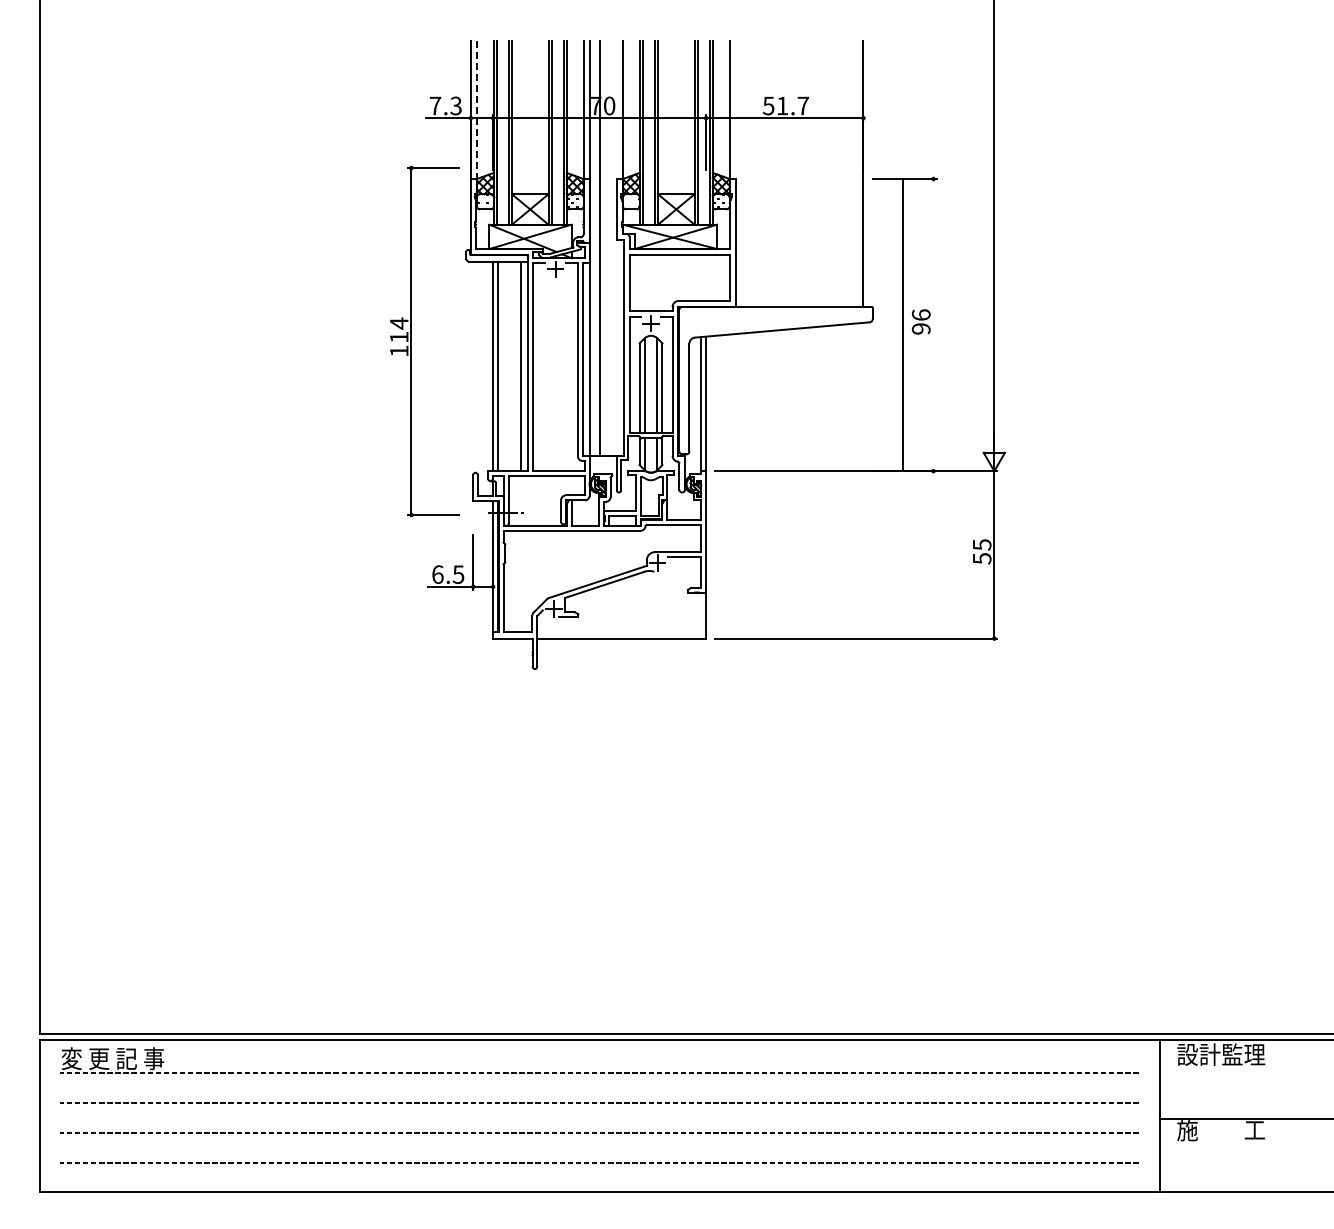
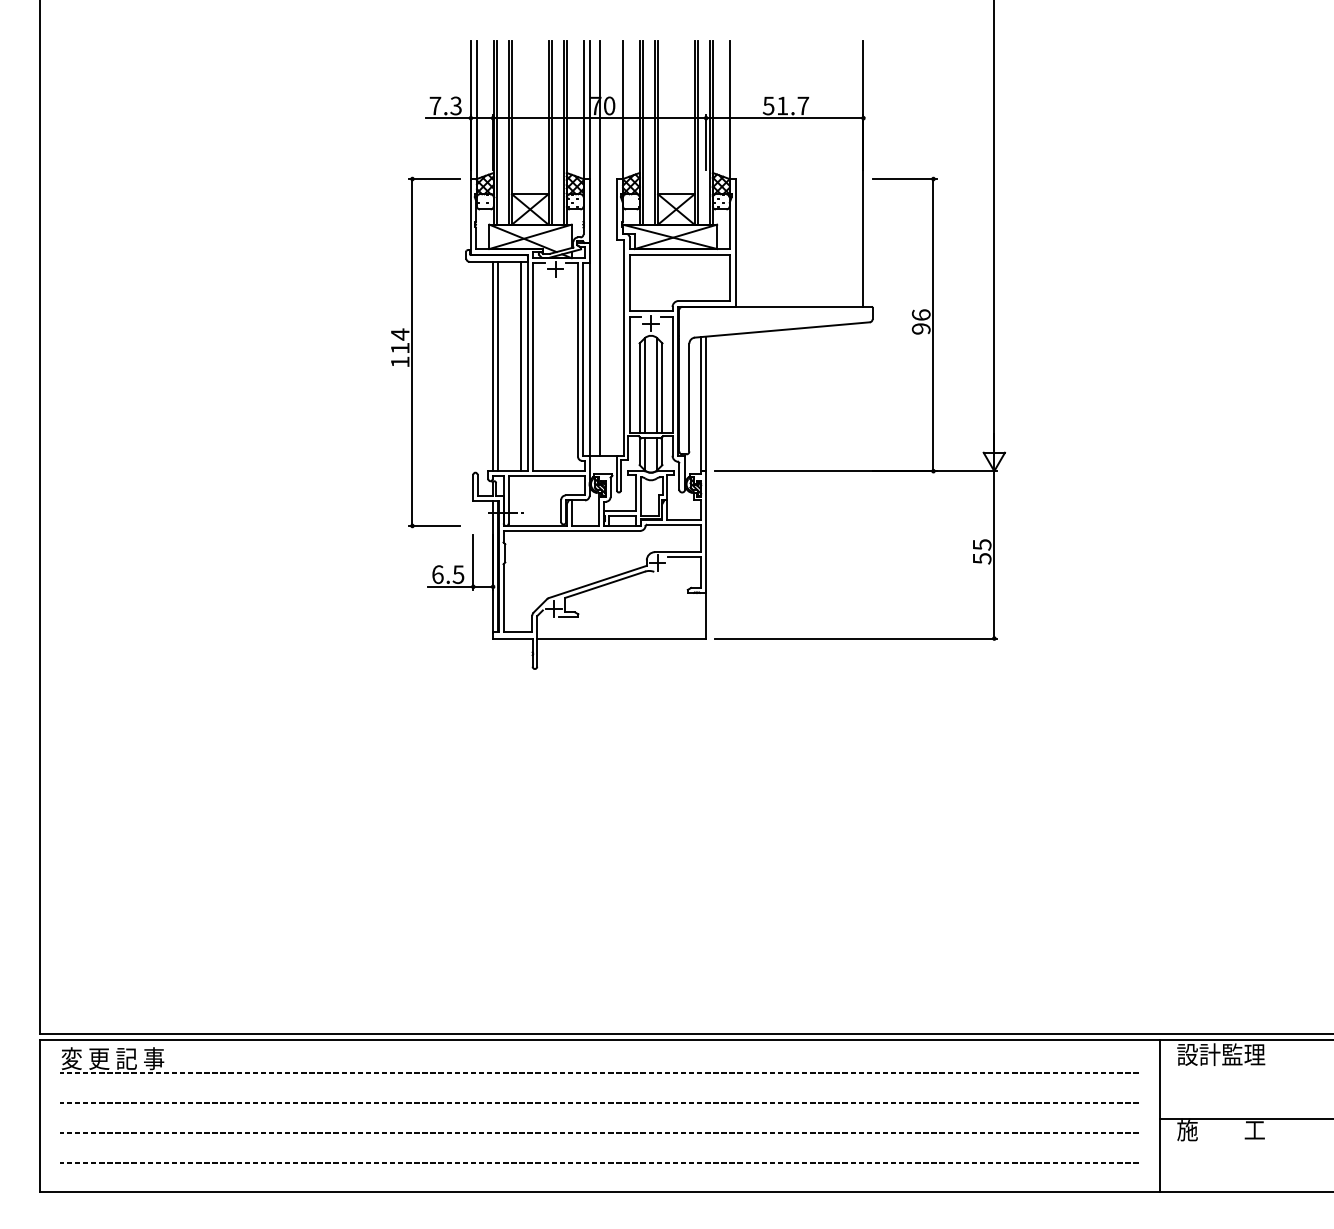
line at (476, 110): dashed -> solid
line at (903, 325) position: (903, 325) -> (933, 325)
part at (411, 341) position: (411, 341) -> (412, 352)
